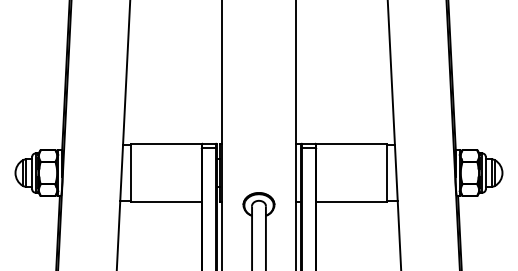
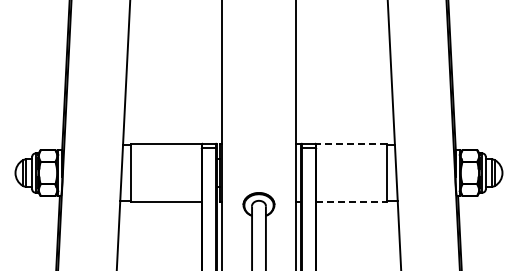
line at (351, 144): solid -> dashed
line at (351, 201): solid -> dashed
